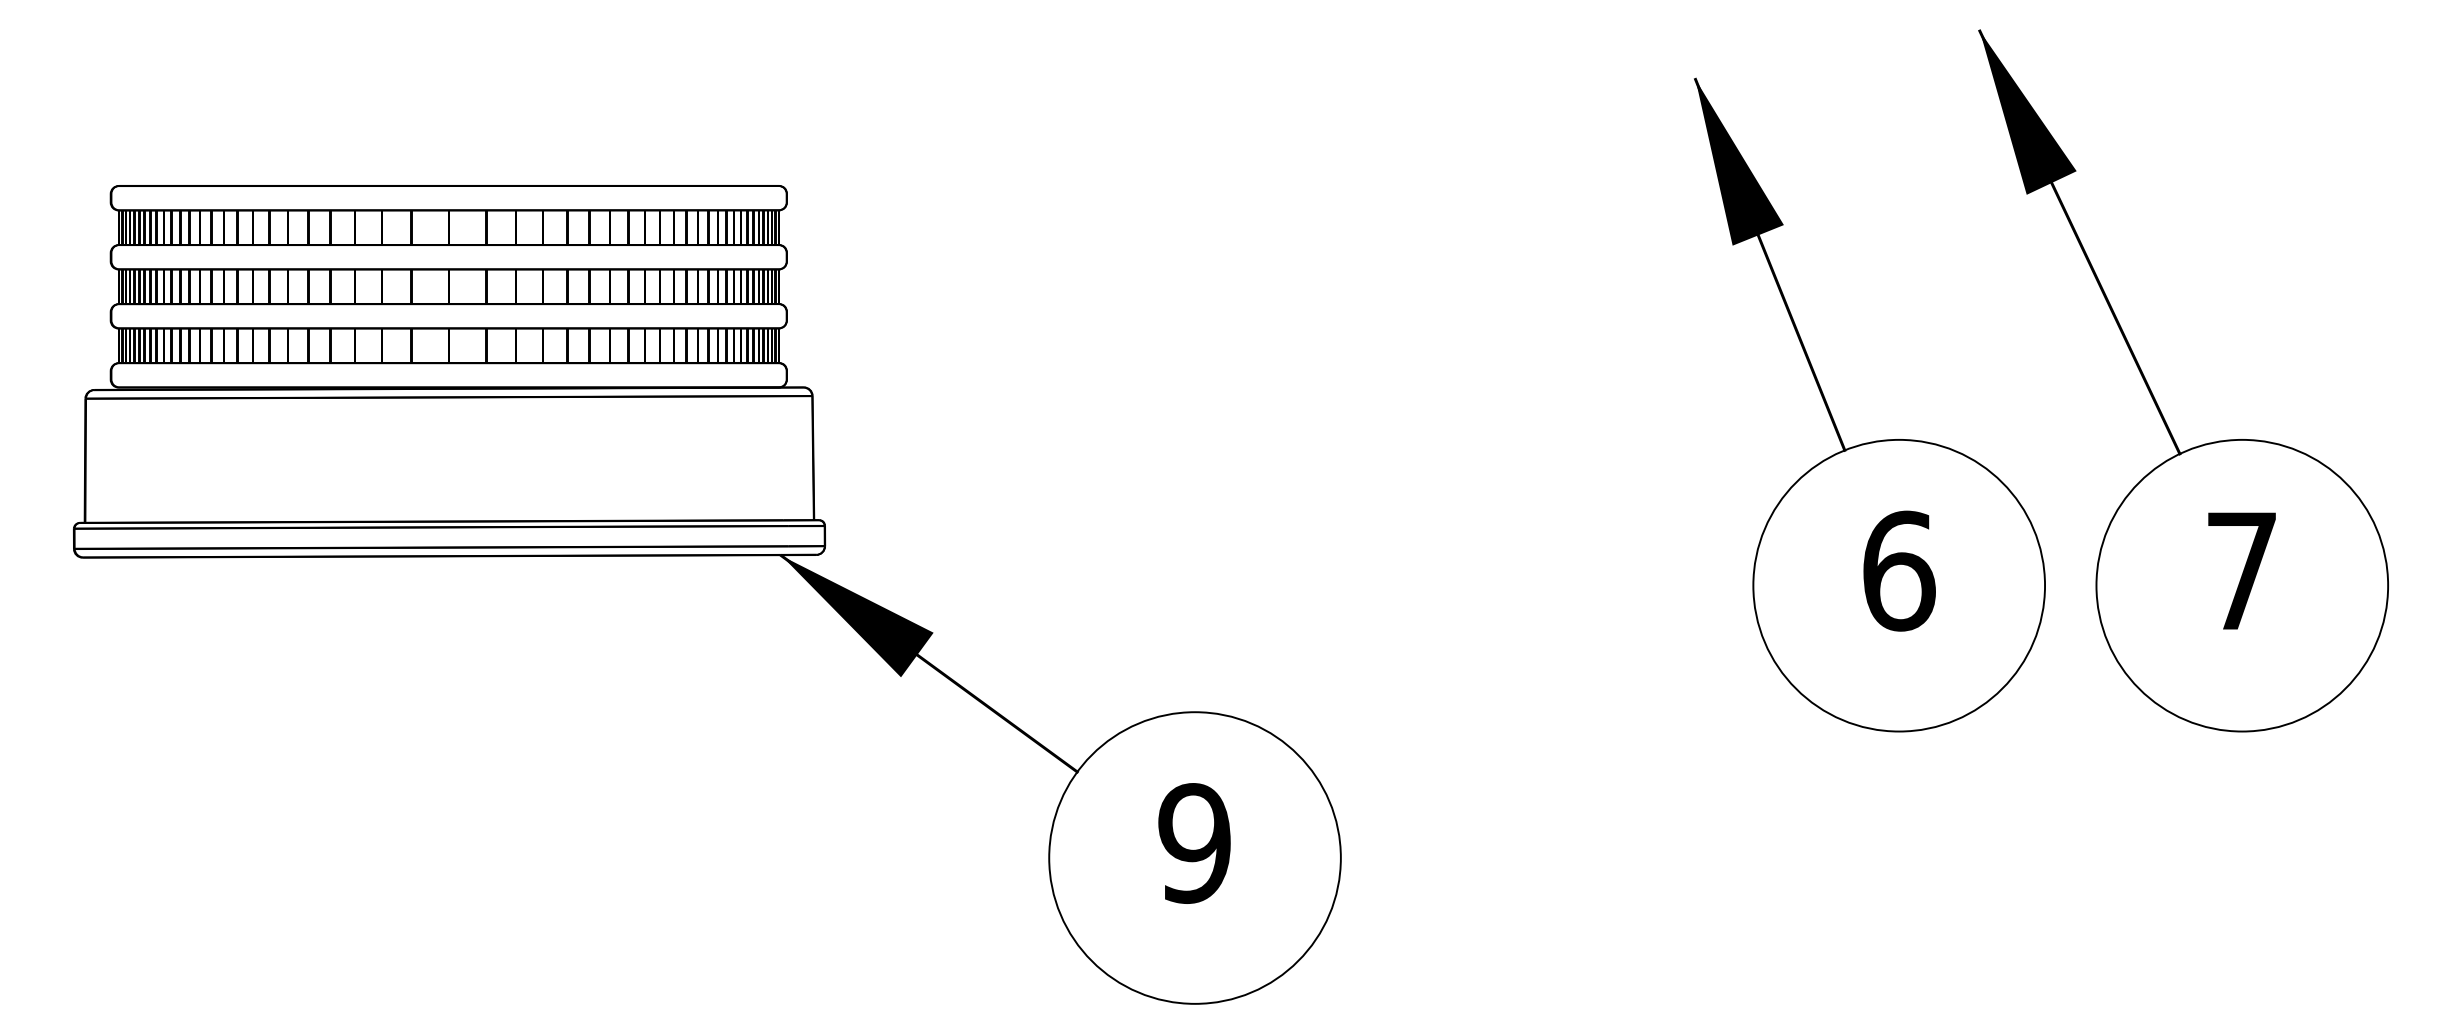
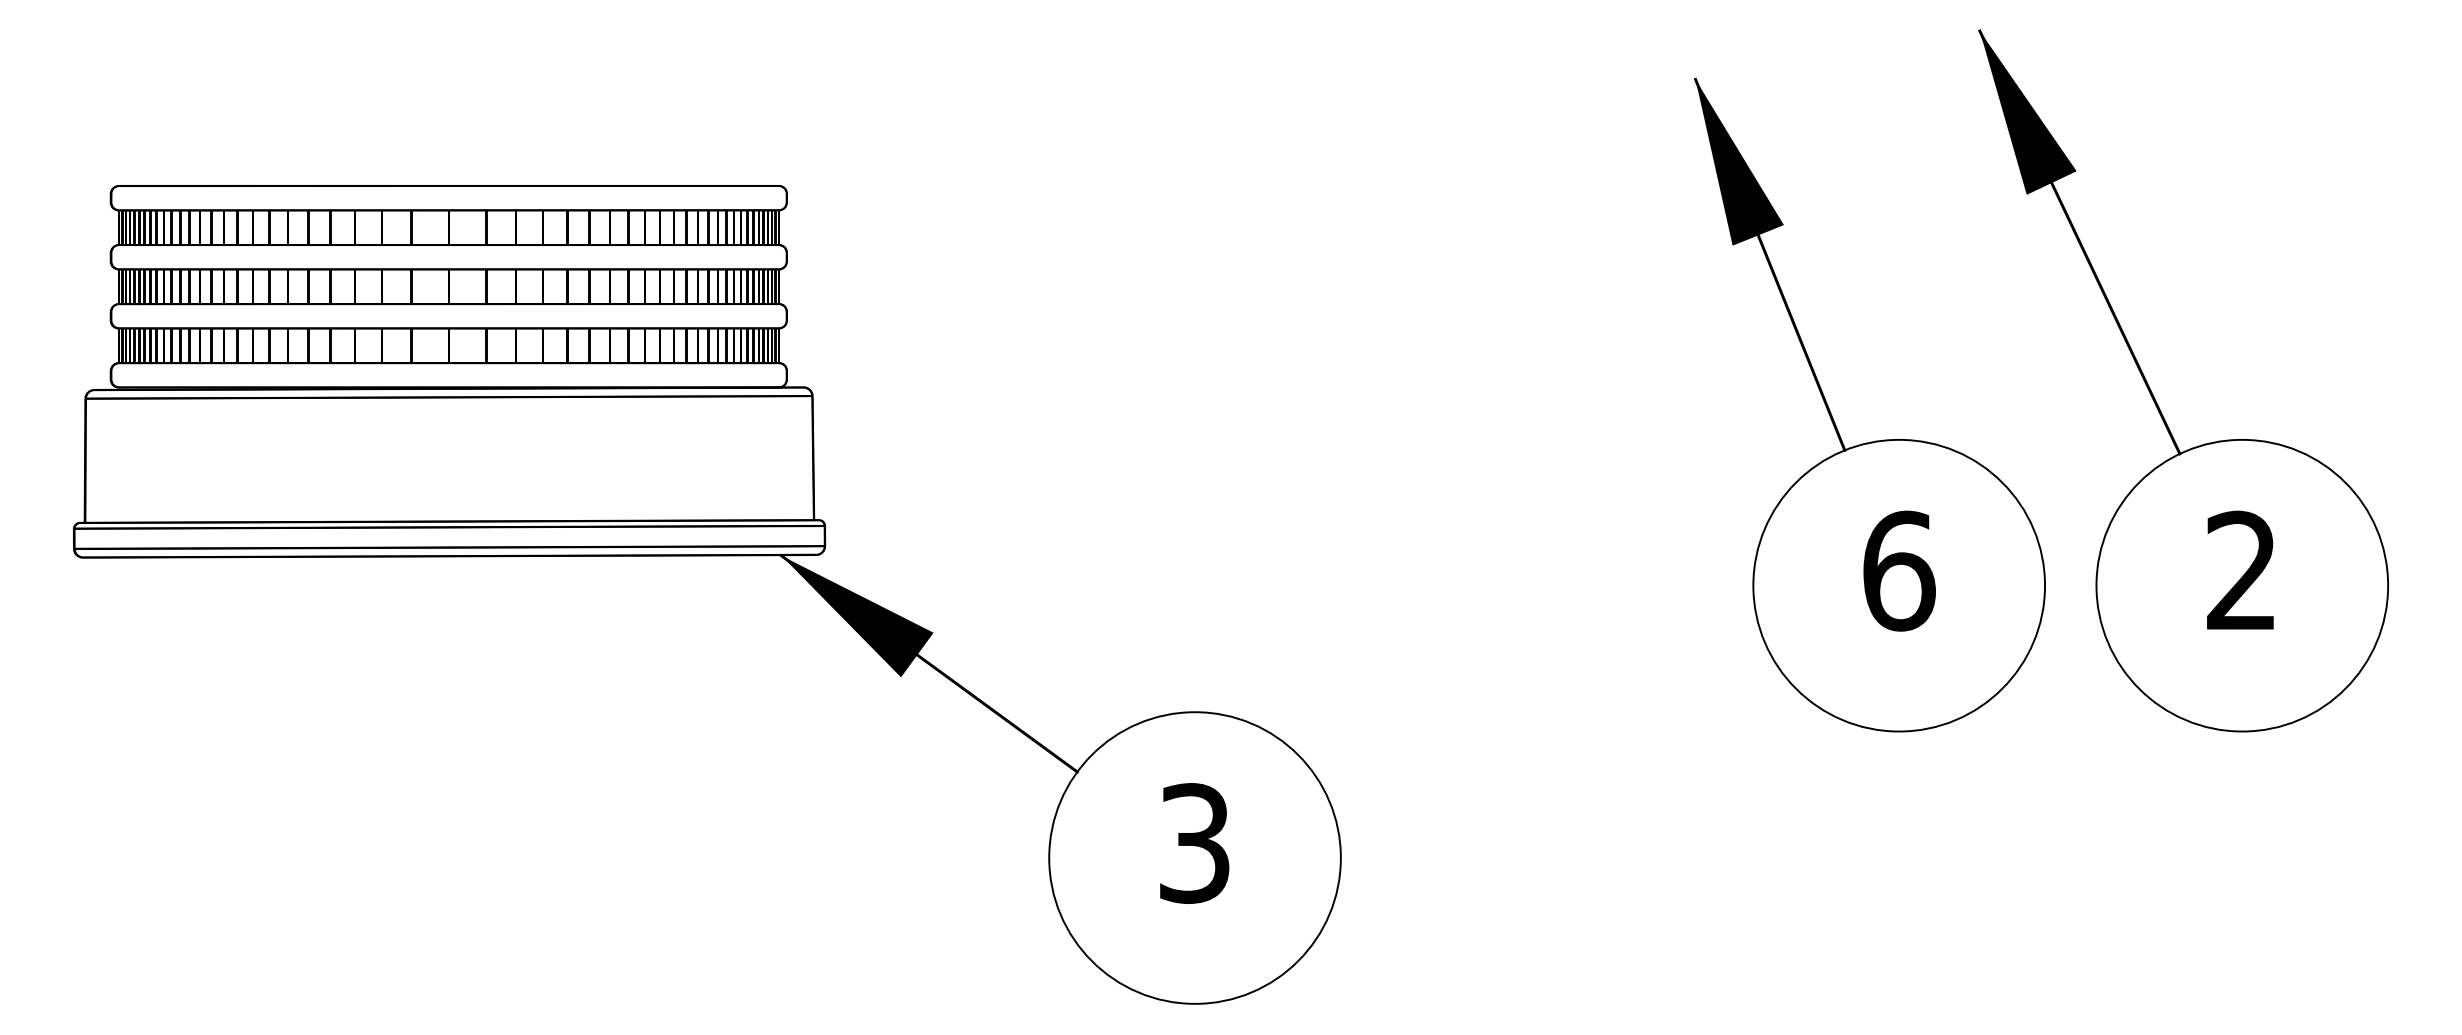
text at (2241, 569): 7 -> 2
text at (1194, 843): 9 -> 3
